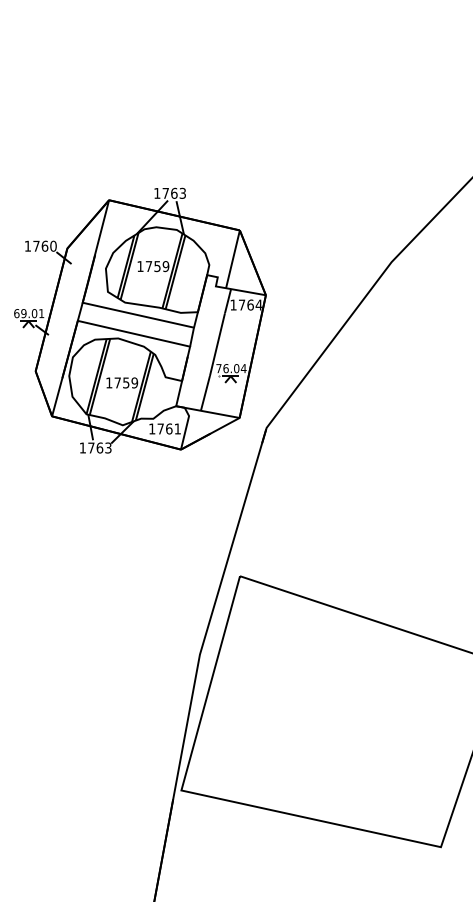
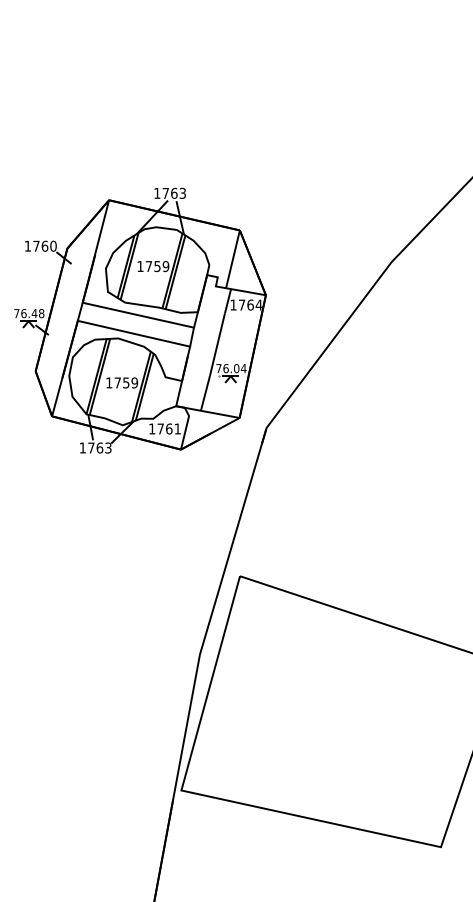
text at (29, 313): 69.01 -> 76.48
